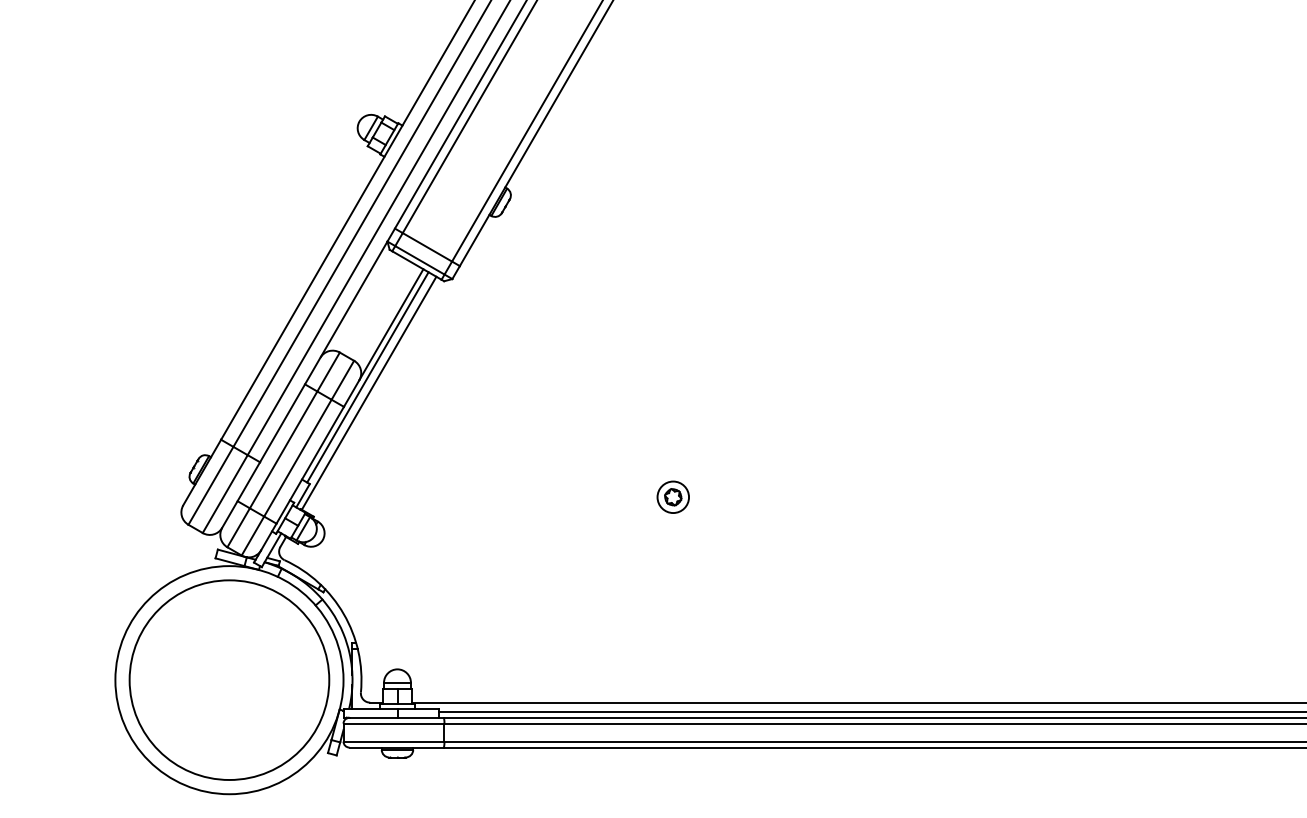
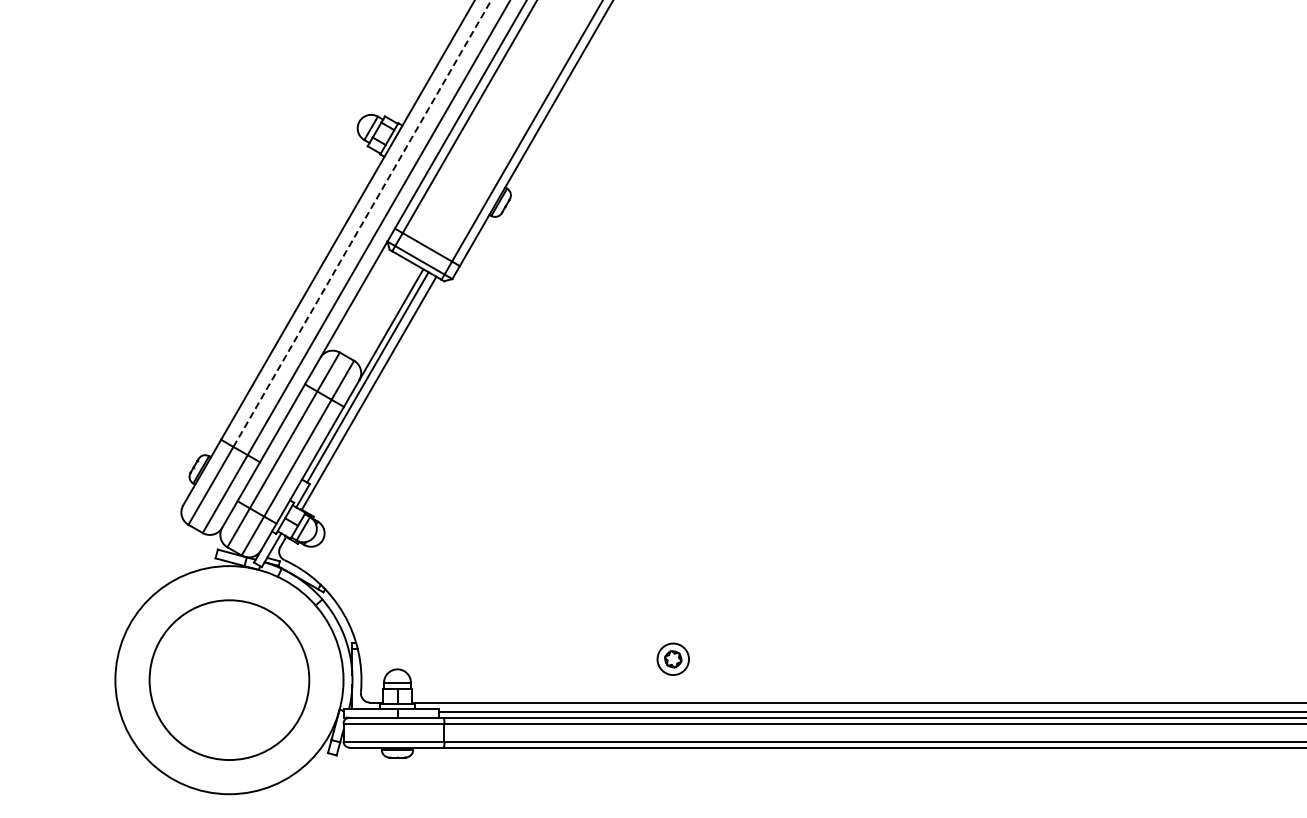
line at (362, 223): solid -> dashed
part at (672, 496) position: (672, 496) -> (672, 658)
circle at (229, 679) diameter: 200 px -> 160 px
